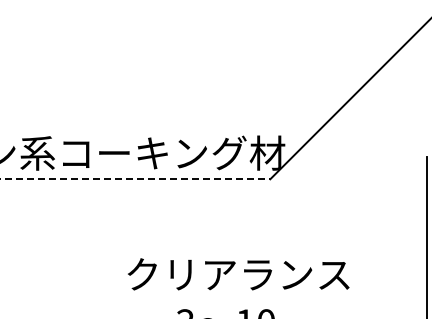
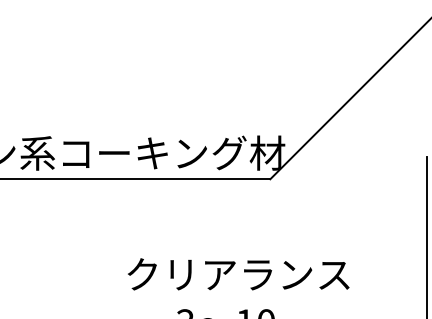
line at (135, 179): dashed -> solid
